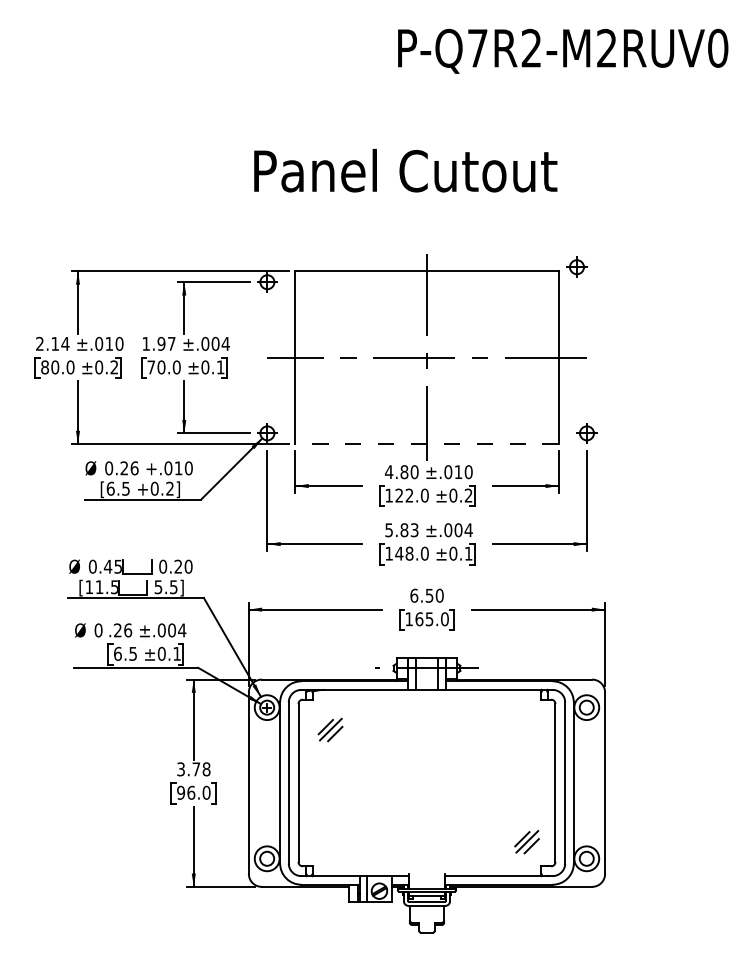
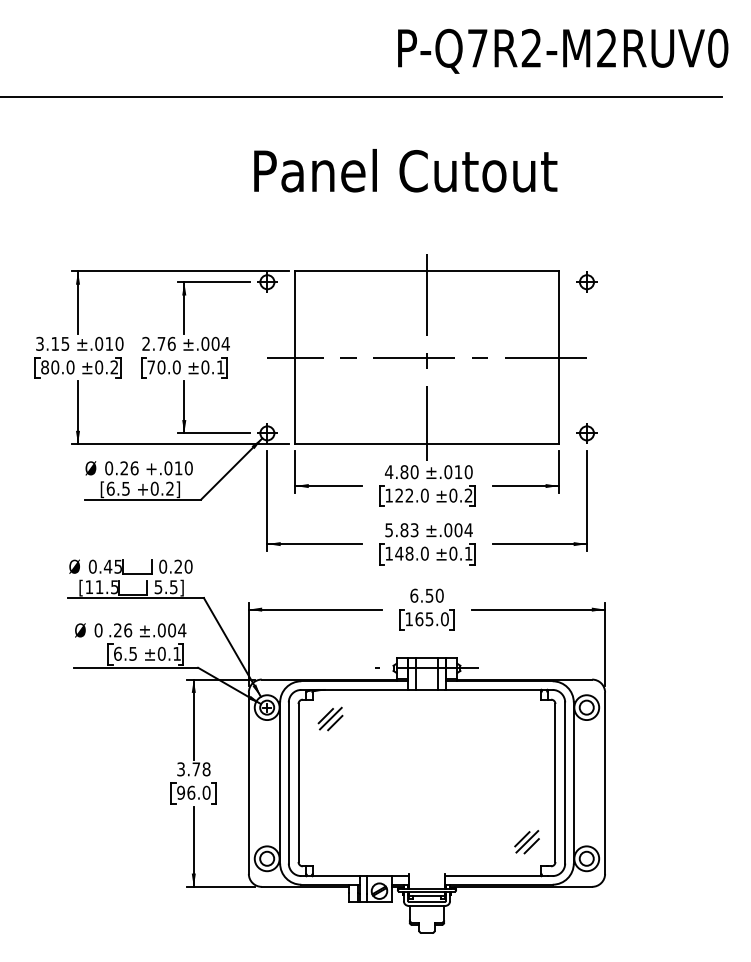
line at (362, 96): none -> present
part at (576, 266) position: (576, 266) -> (586, 281)
text at (52, 343): 2.14 -> 3.15
text at (158, 343): 1.97 -> 2.76
line at (427, 444): dashed -> solid
part at (330, 729) position: (330, 729) -> (330, 718)
